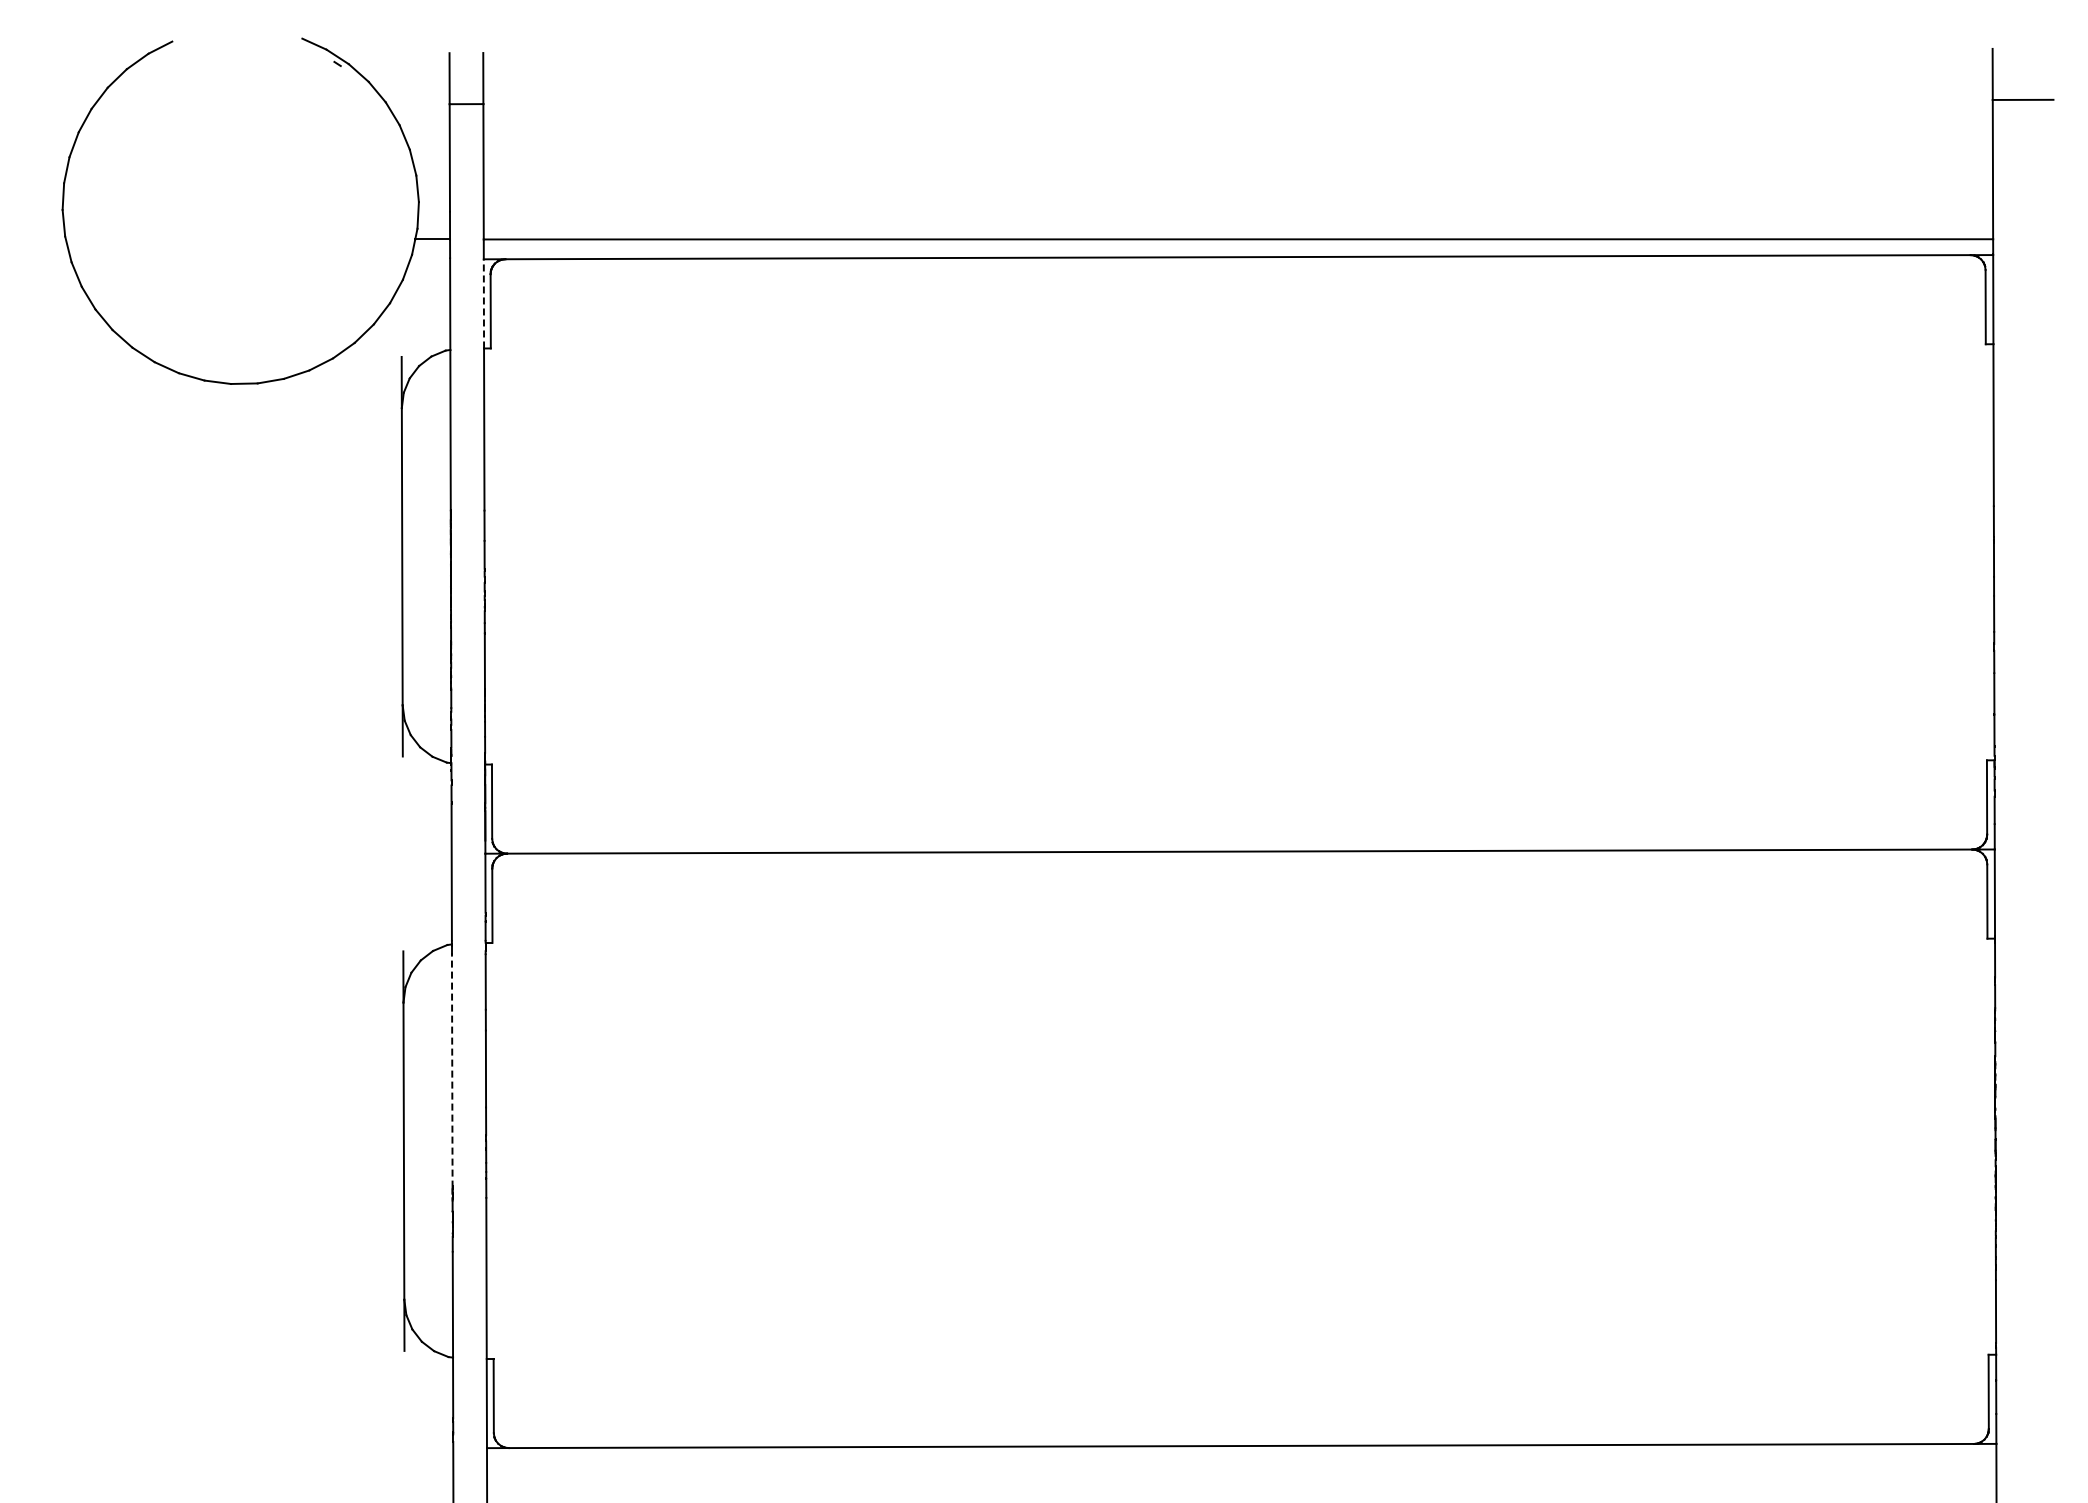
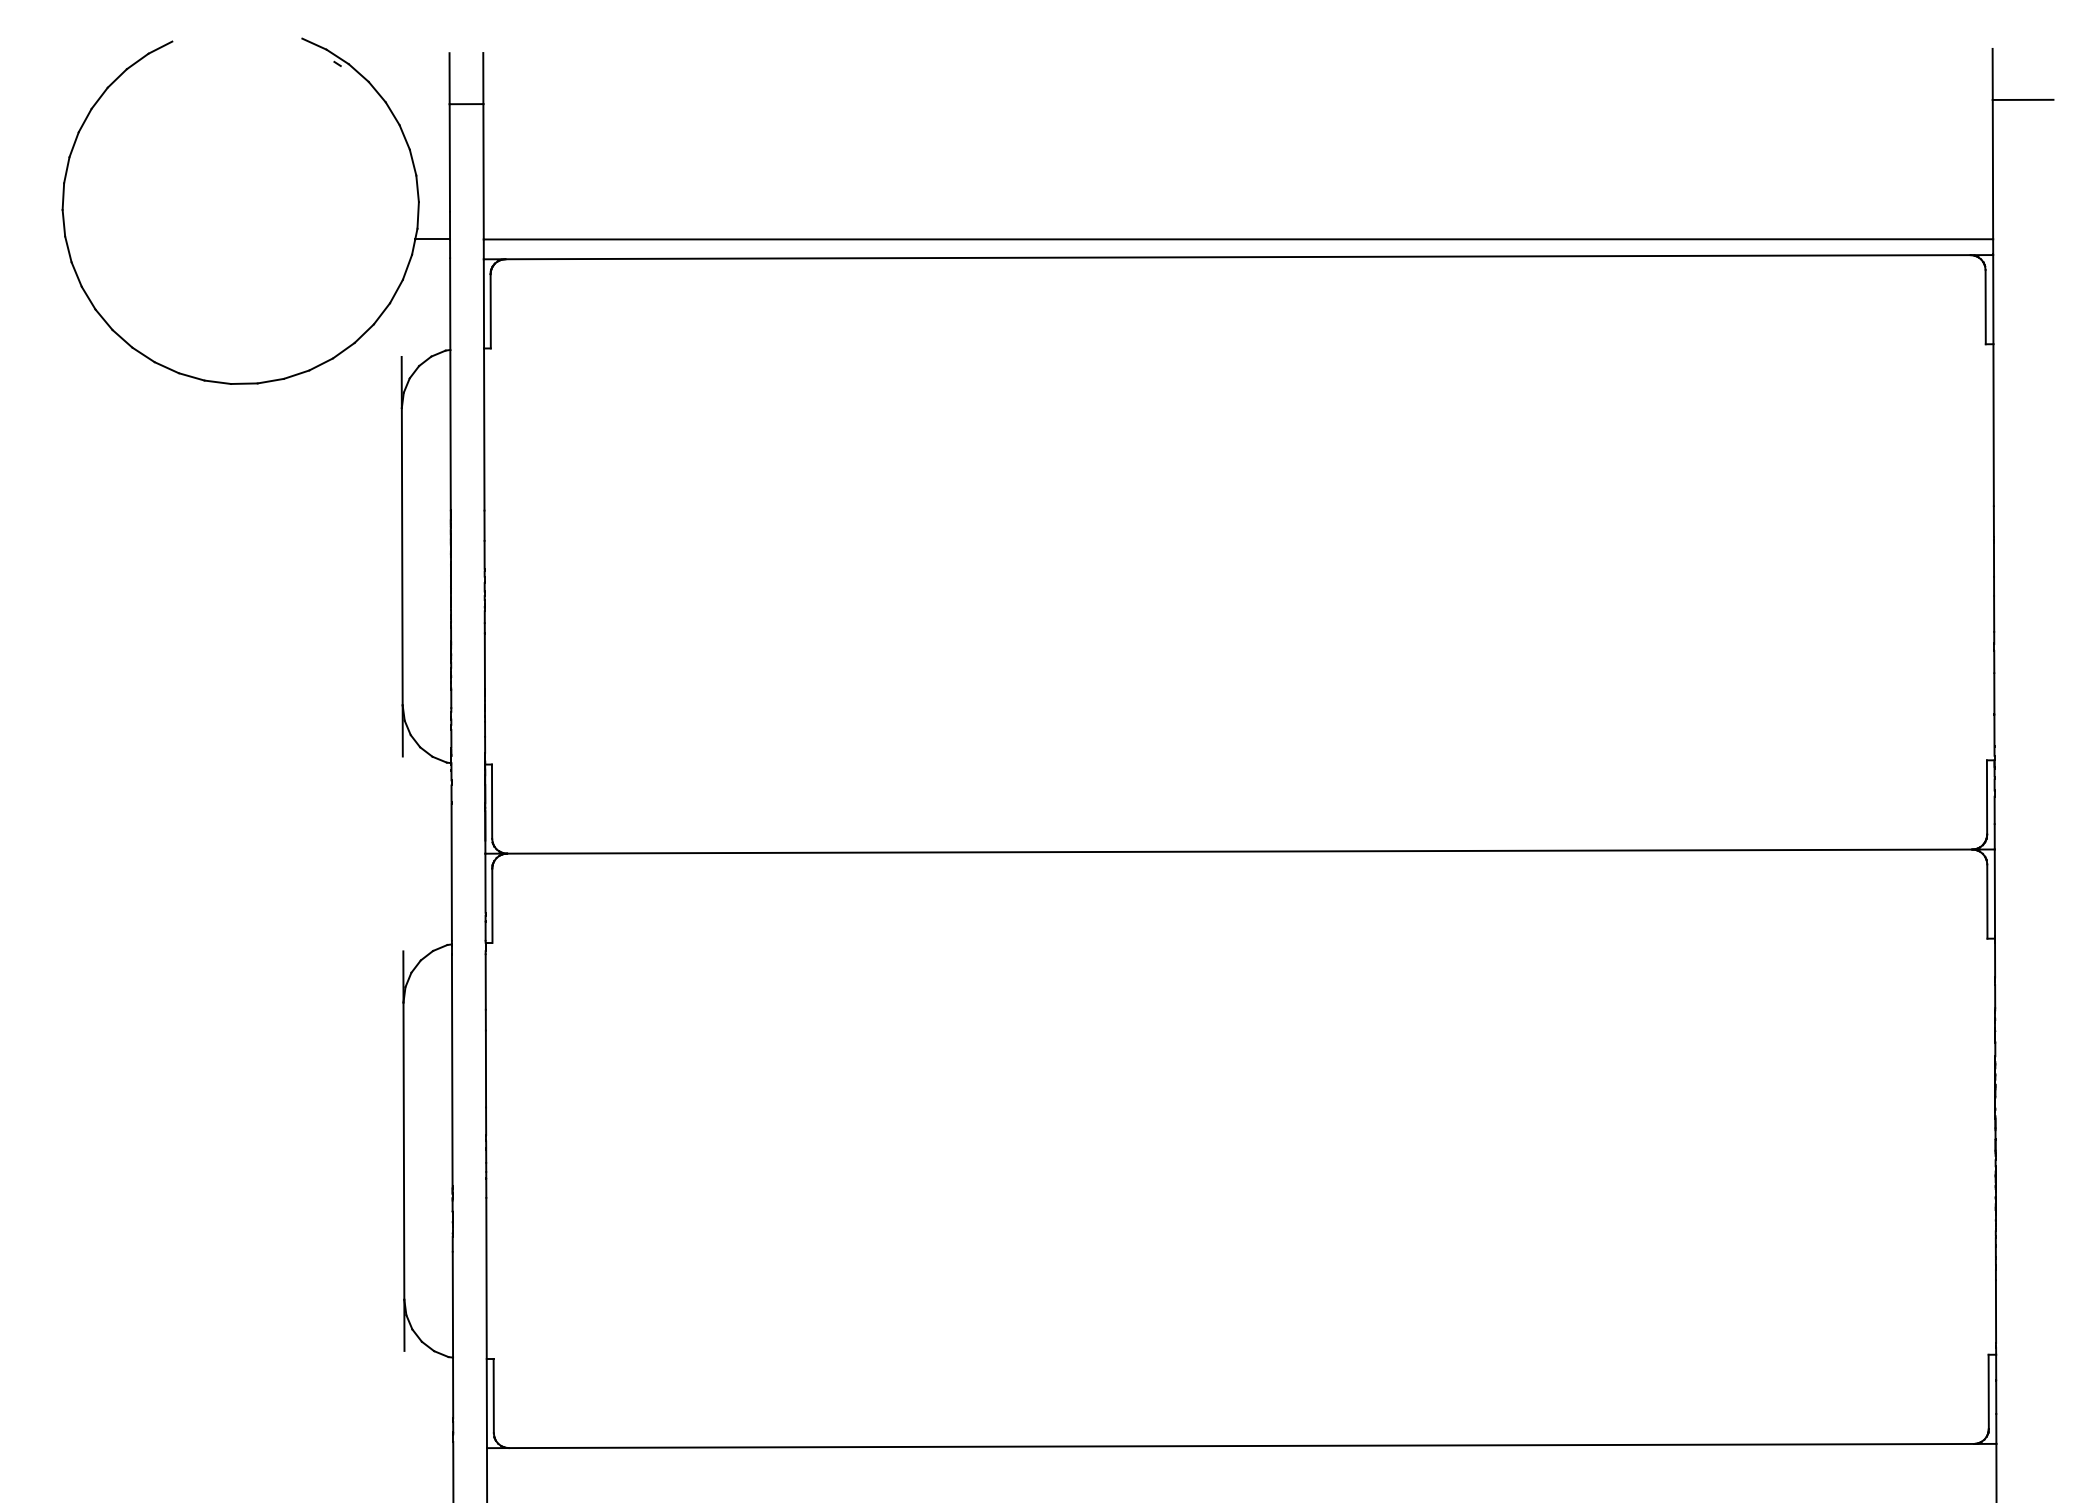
line at (483, 303): dashed -> solid
line at (452, 1071): dashed -> solid
